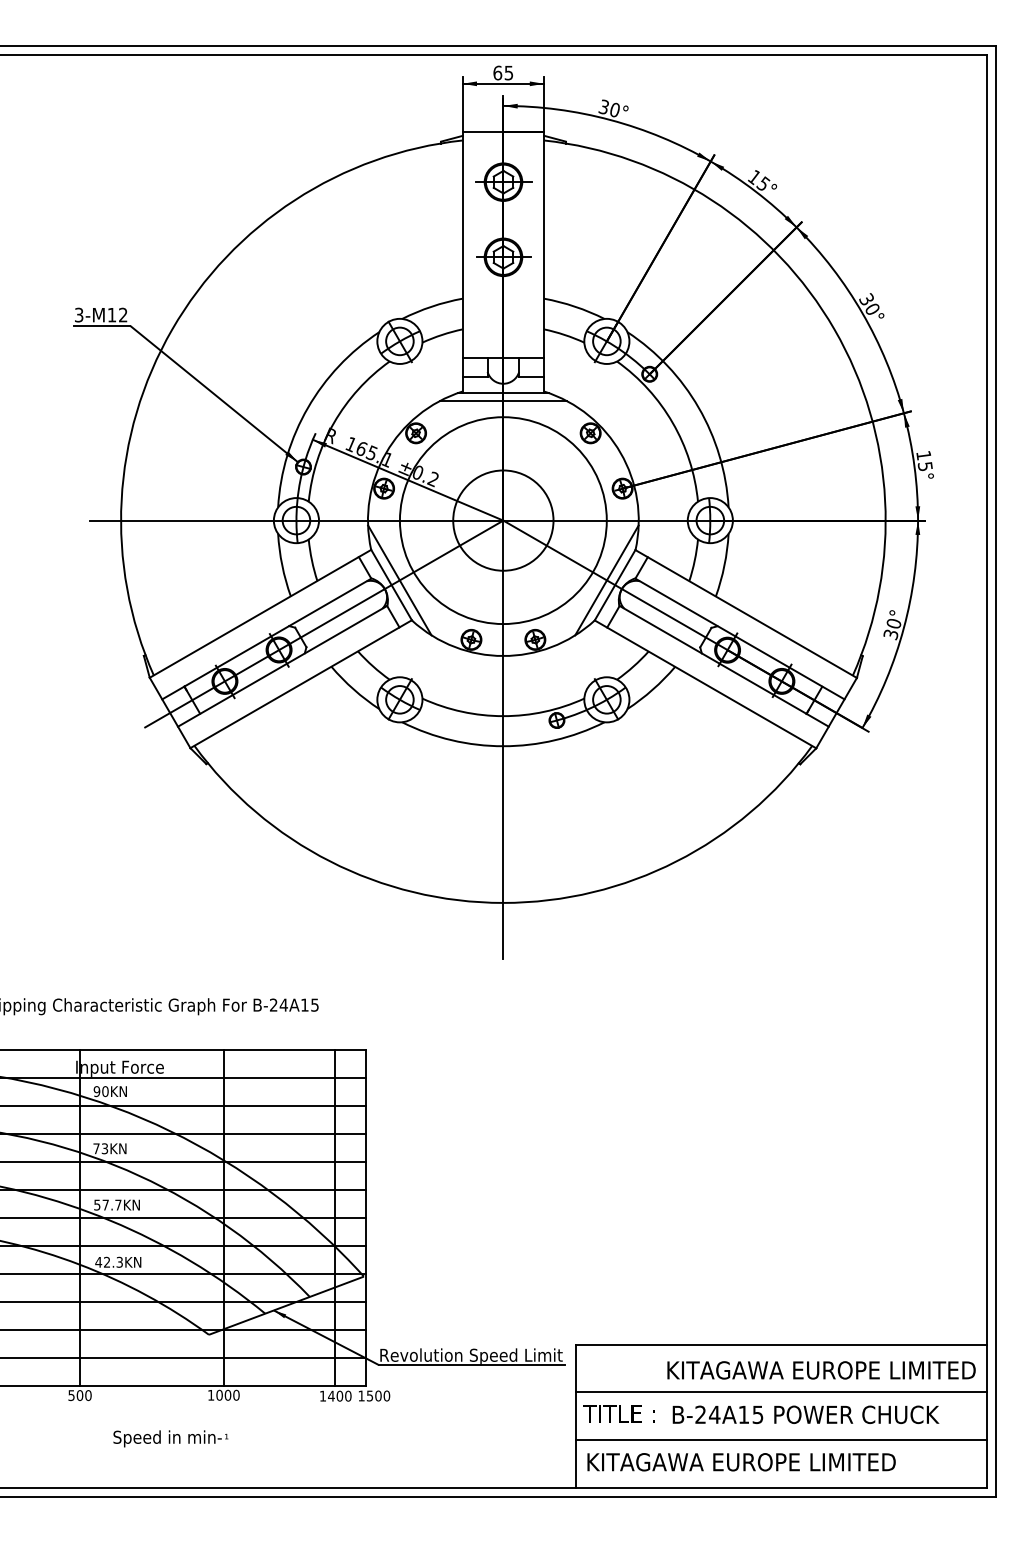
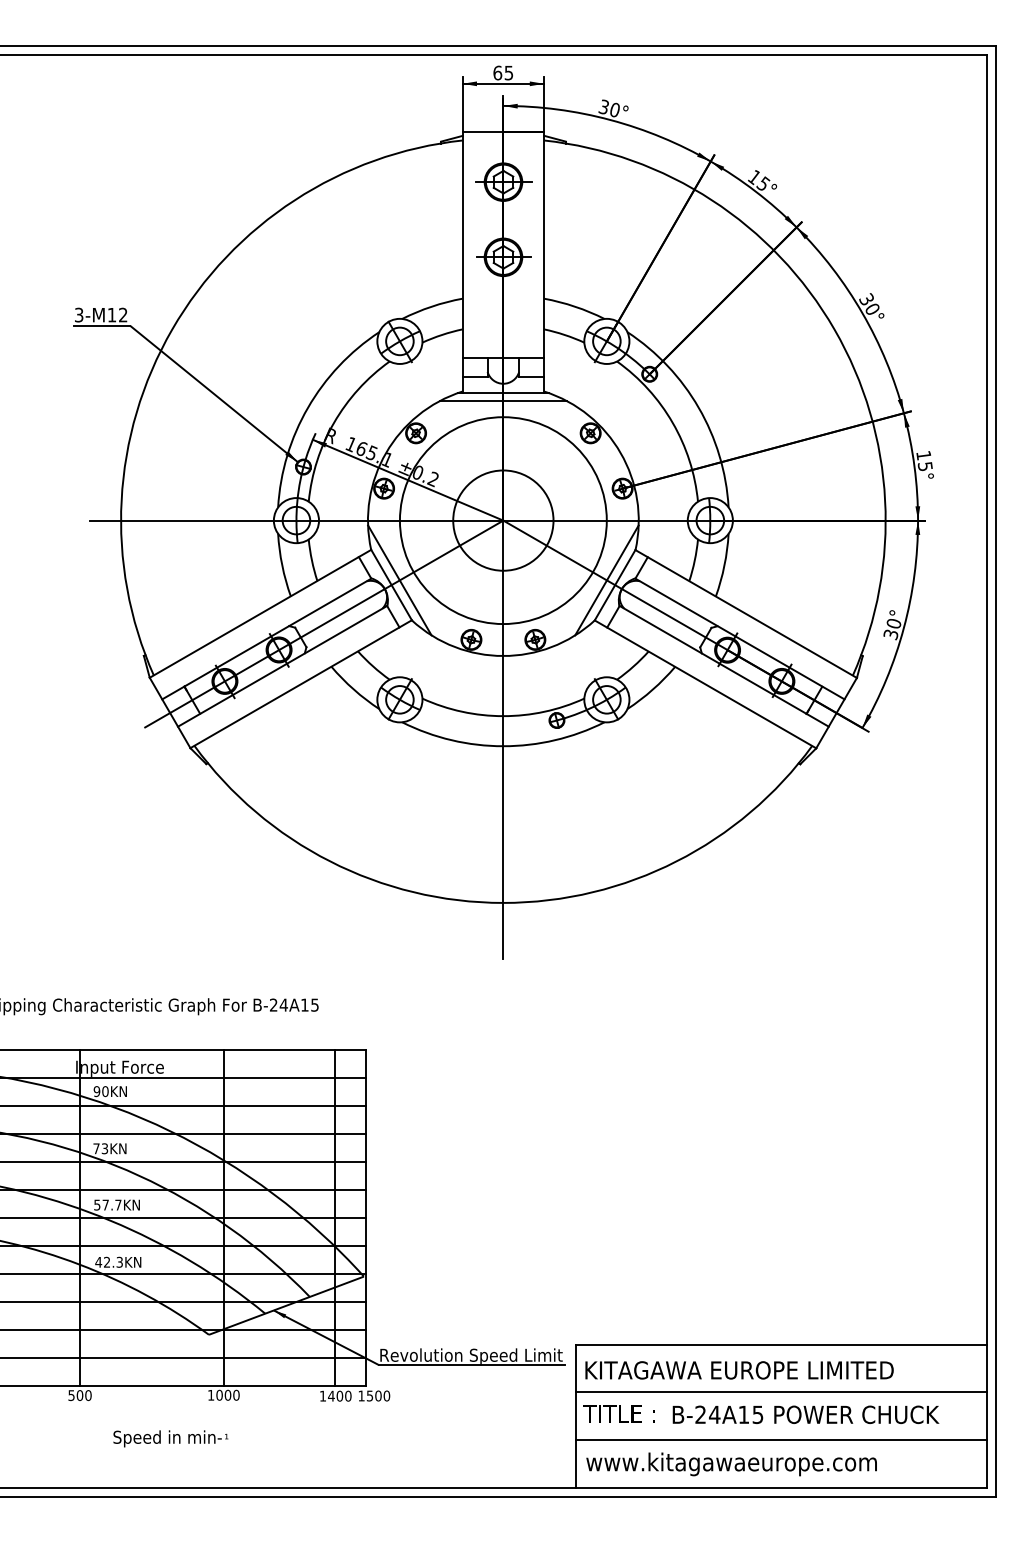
text at (821, 1370) position: (821, 1370) -> (739, 1370)
text at (740, 1464): KITAGAWA EUROPE LIMITED -> www.kitagawaeurope.com
